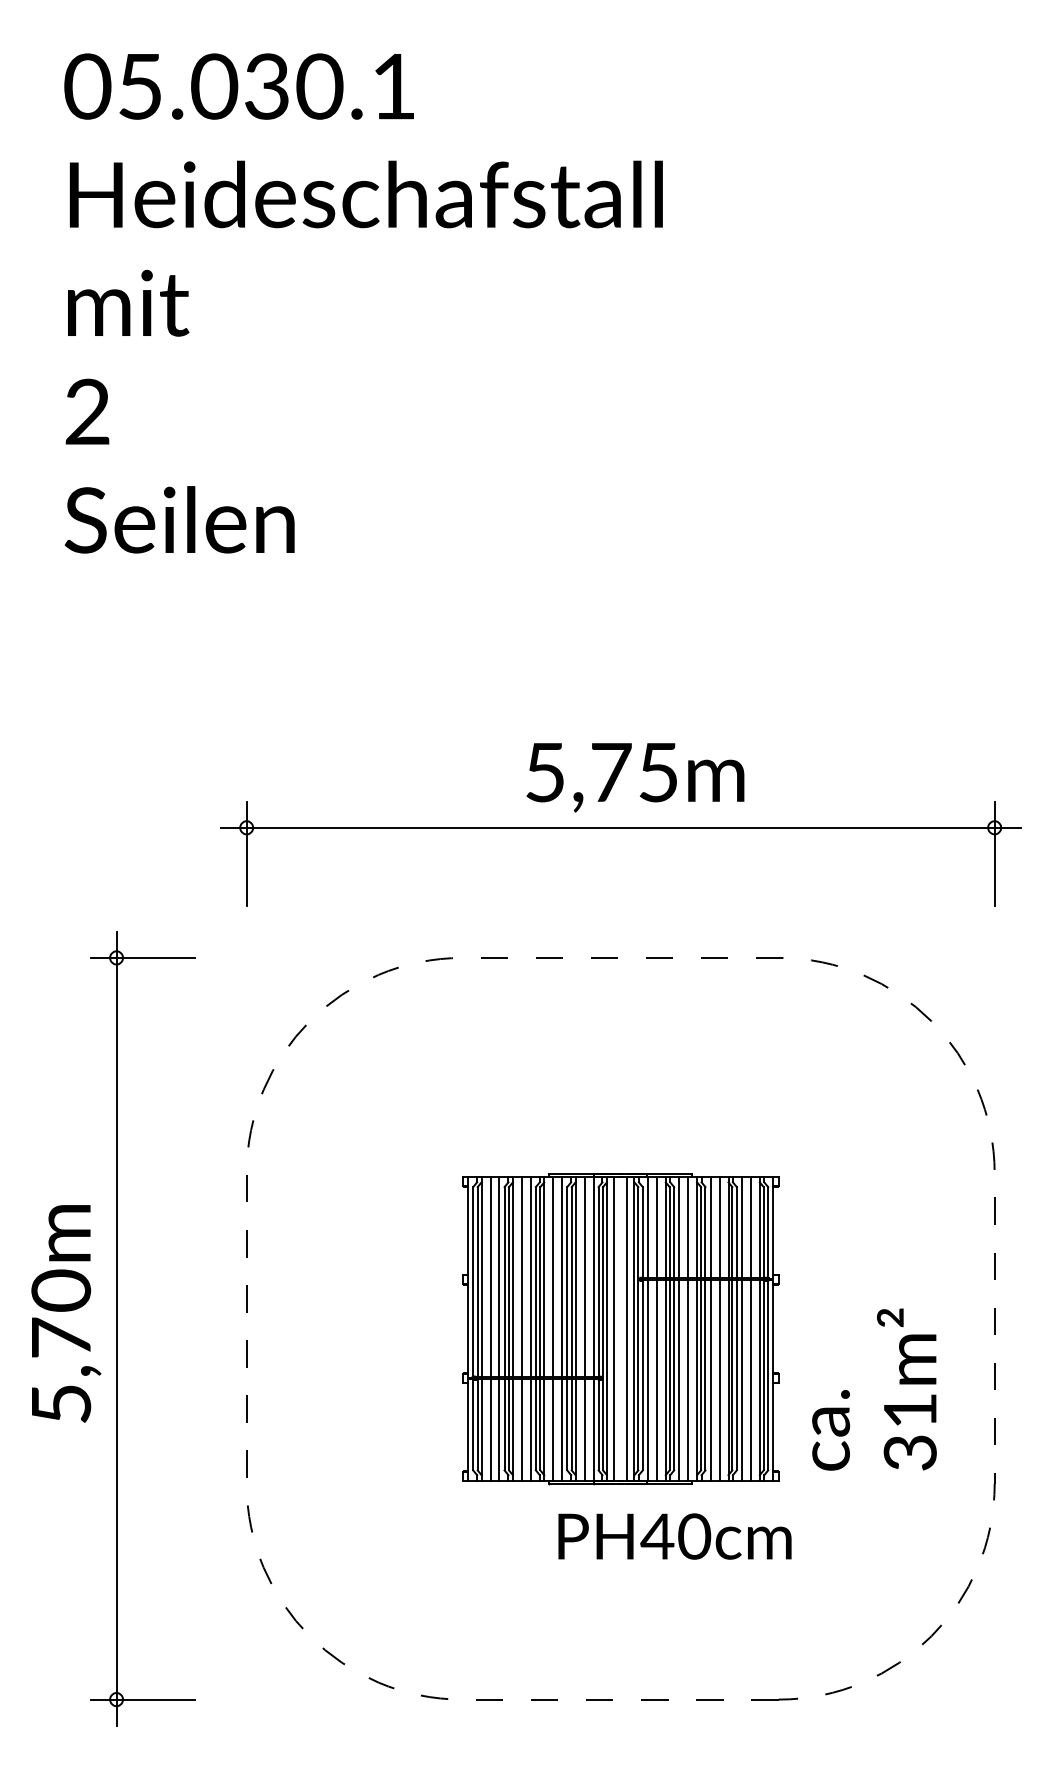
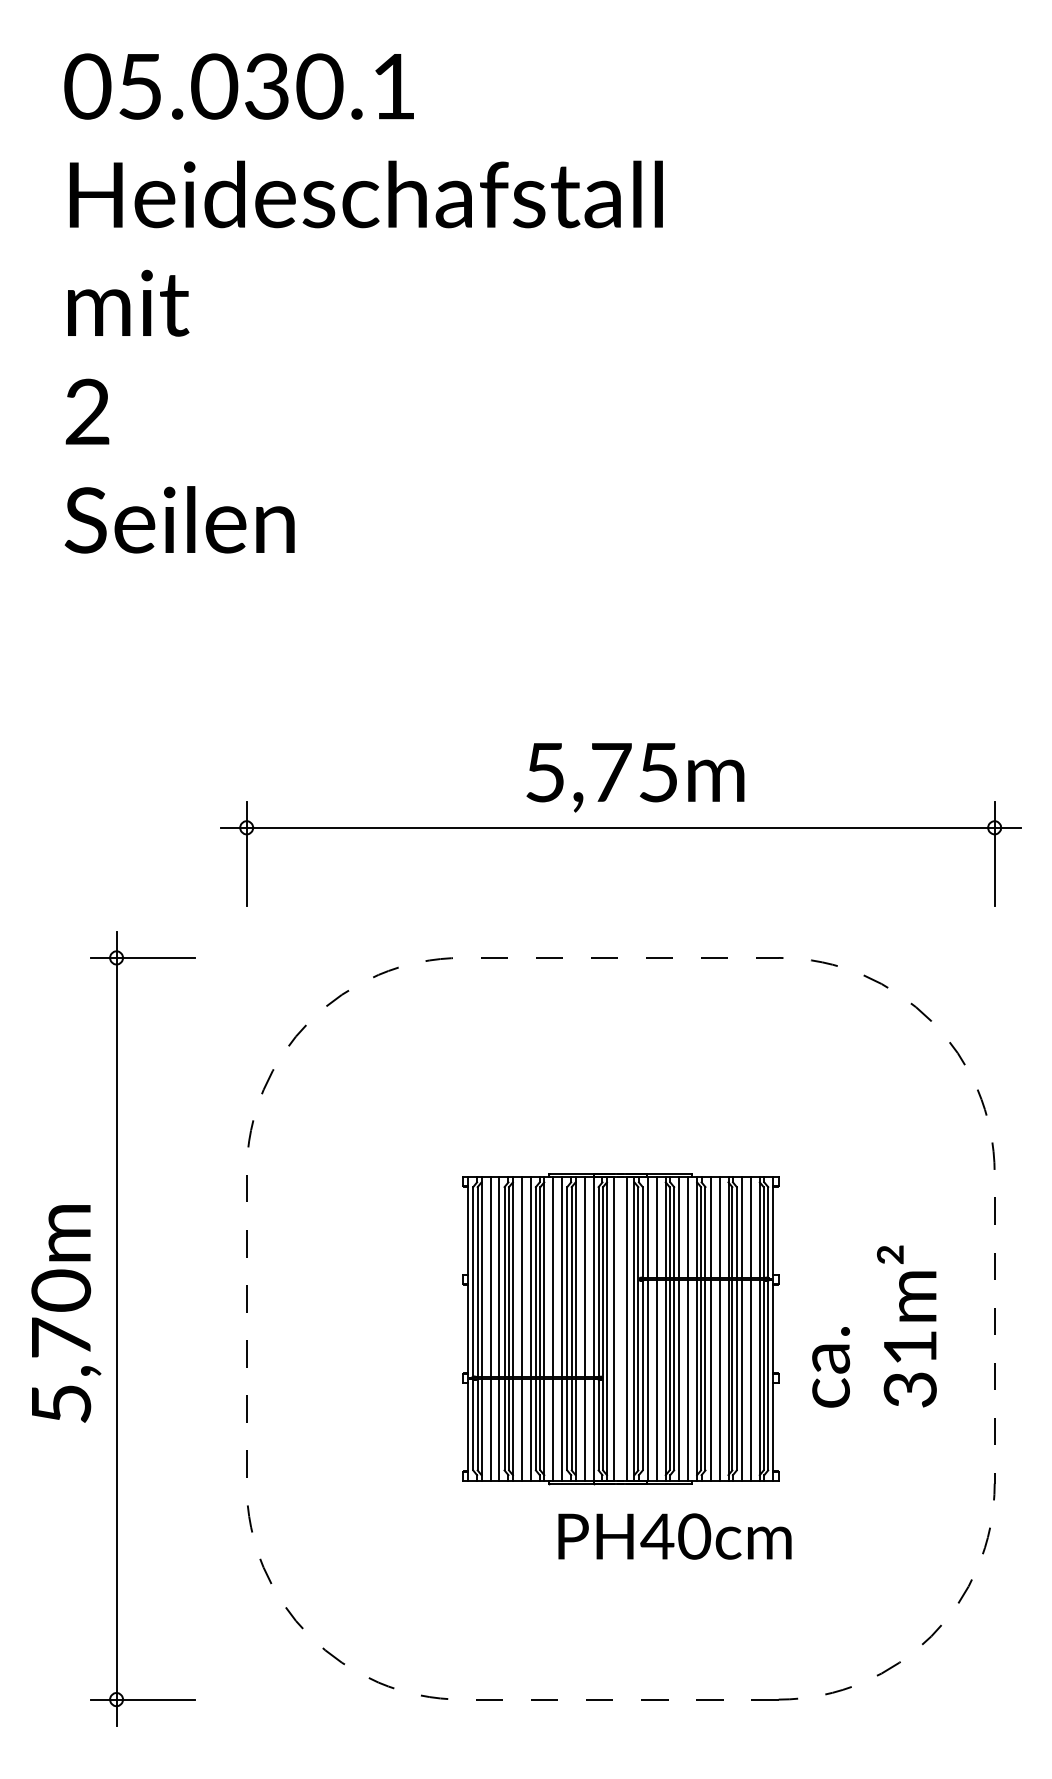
text at (874, 1389) position: (874, 1389) -> (874, 1326)
